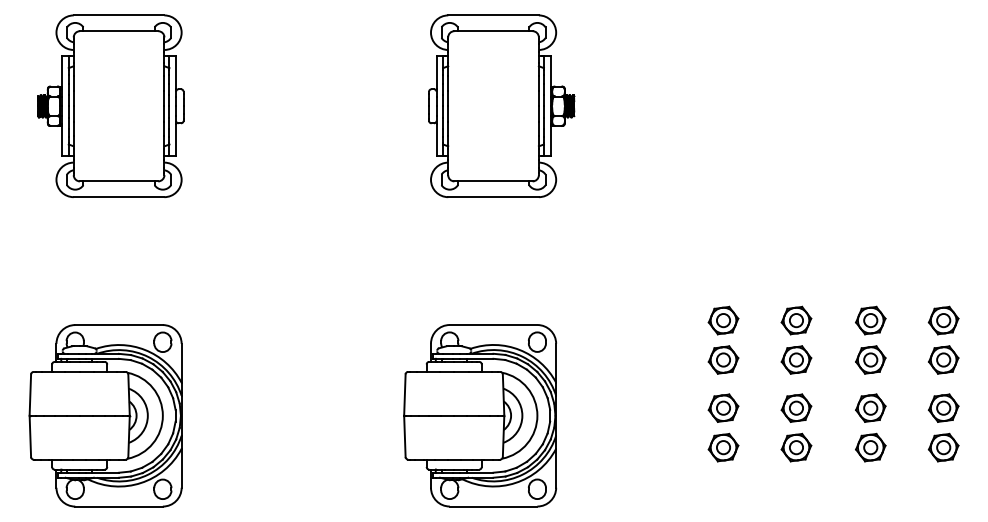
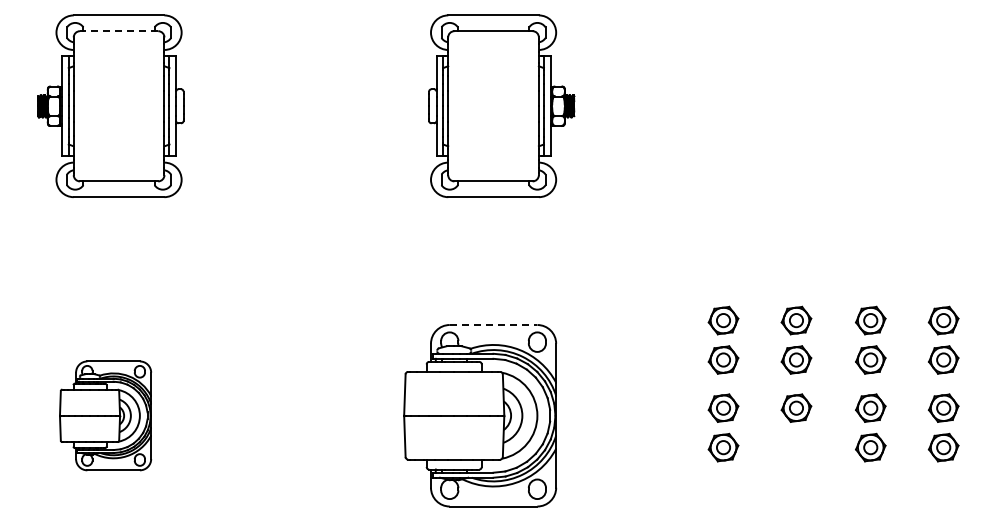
line at (118, 31): solid -> dashed
line at (493, 325): solid -> dashed
part at (105, 415) size: 155x184 px -> 94x112 px
part at (796, 447): present -> none
